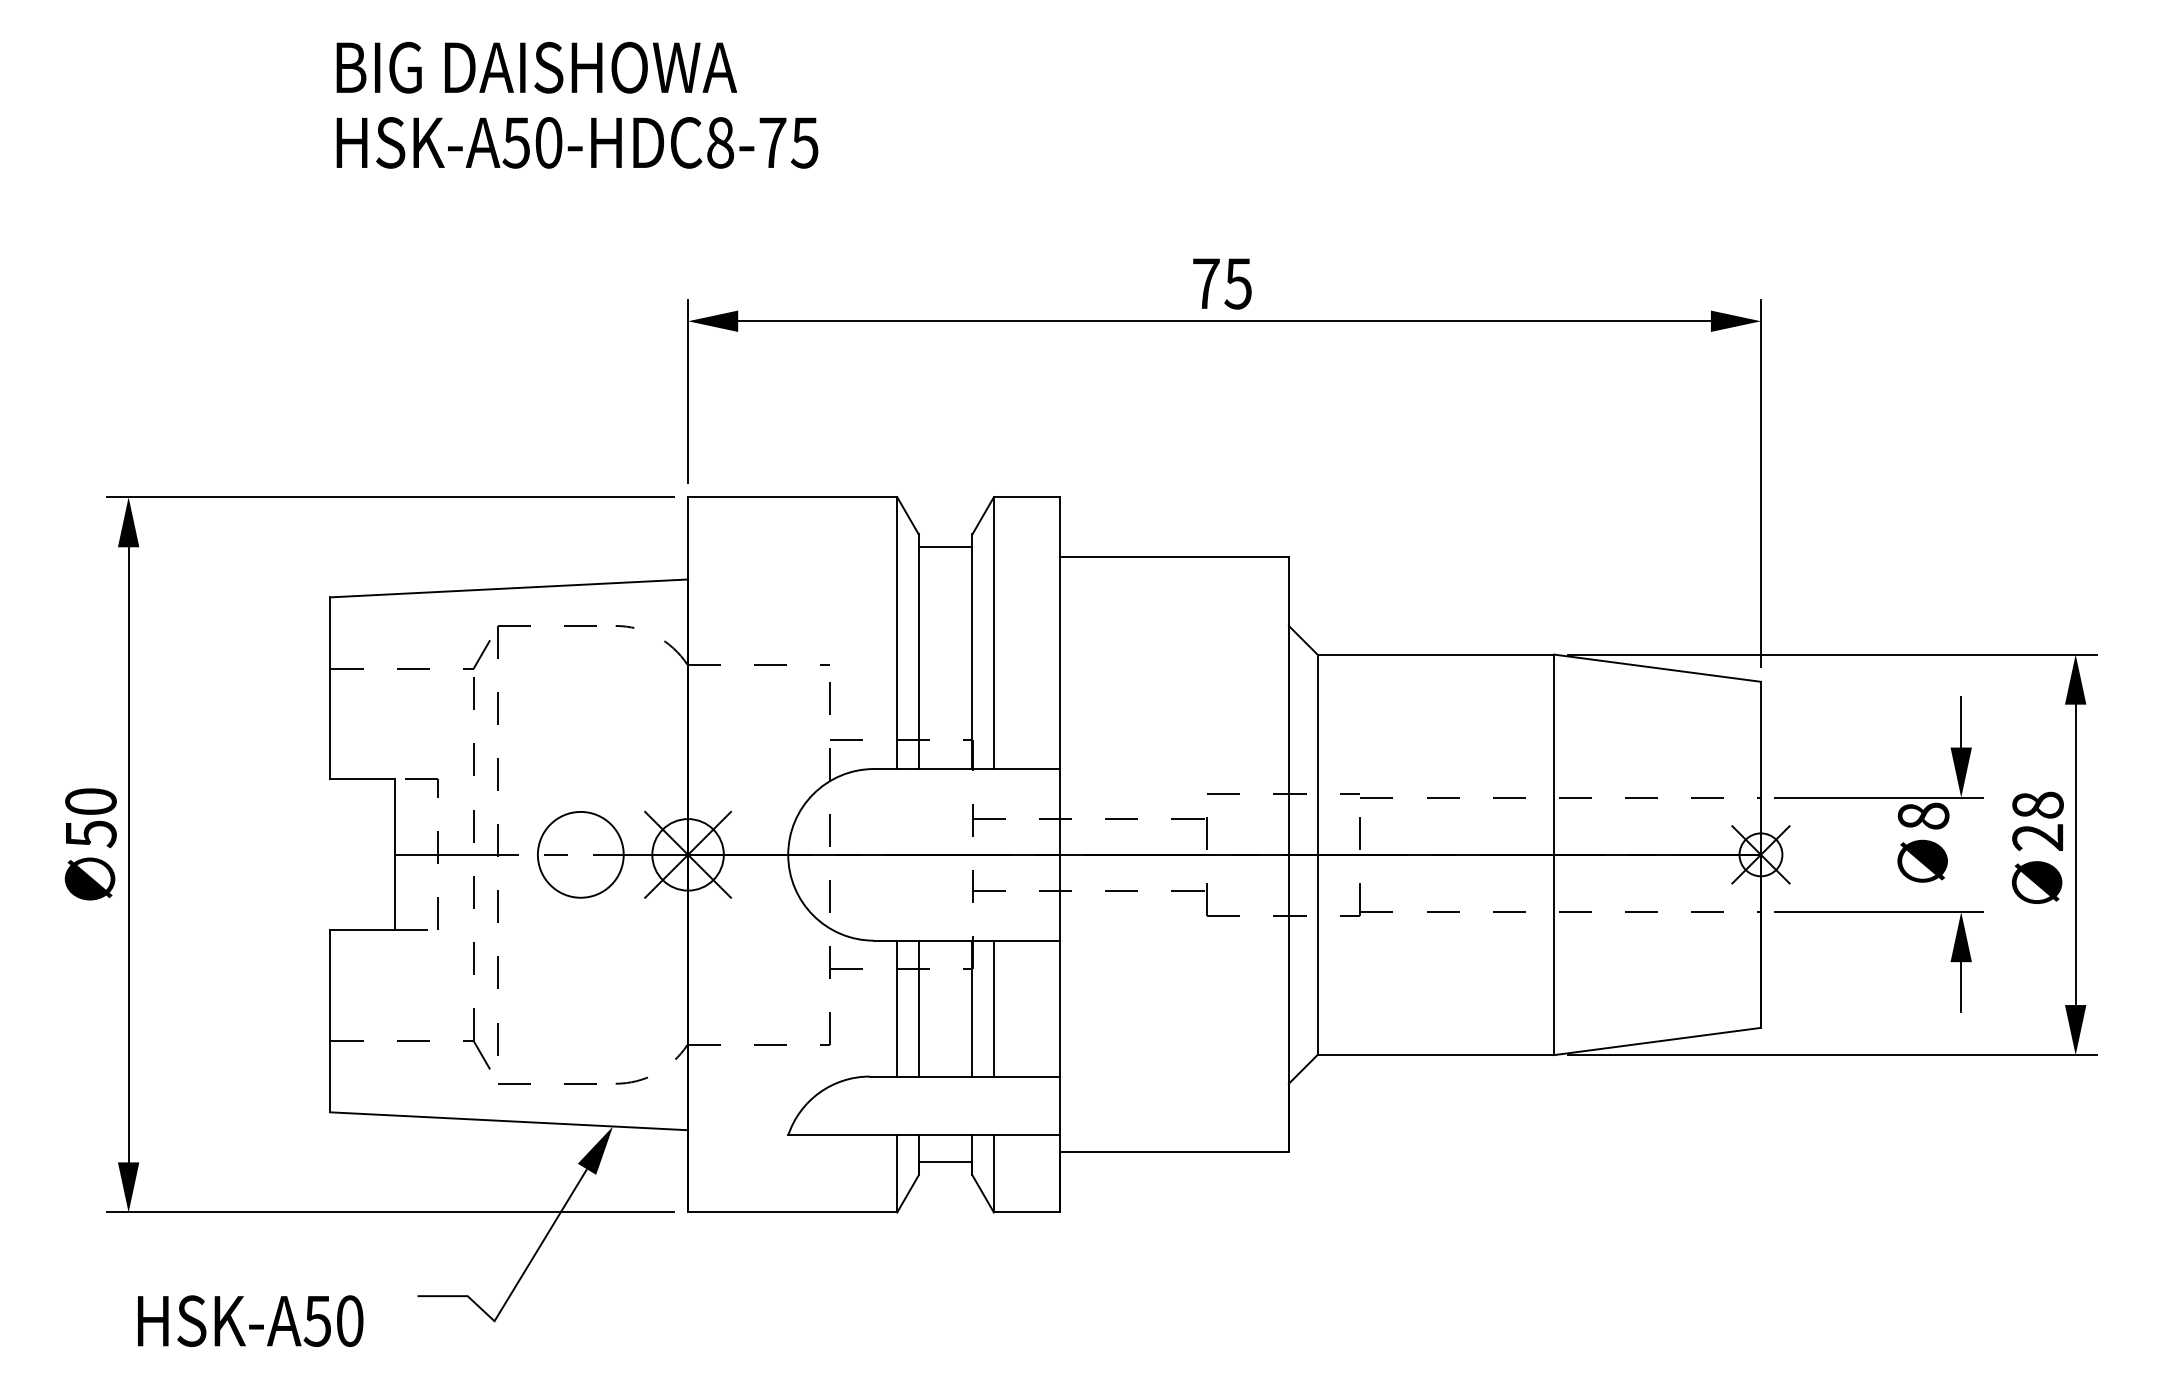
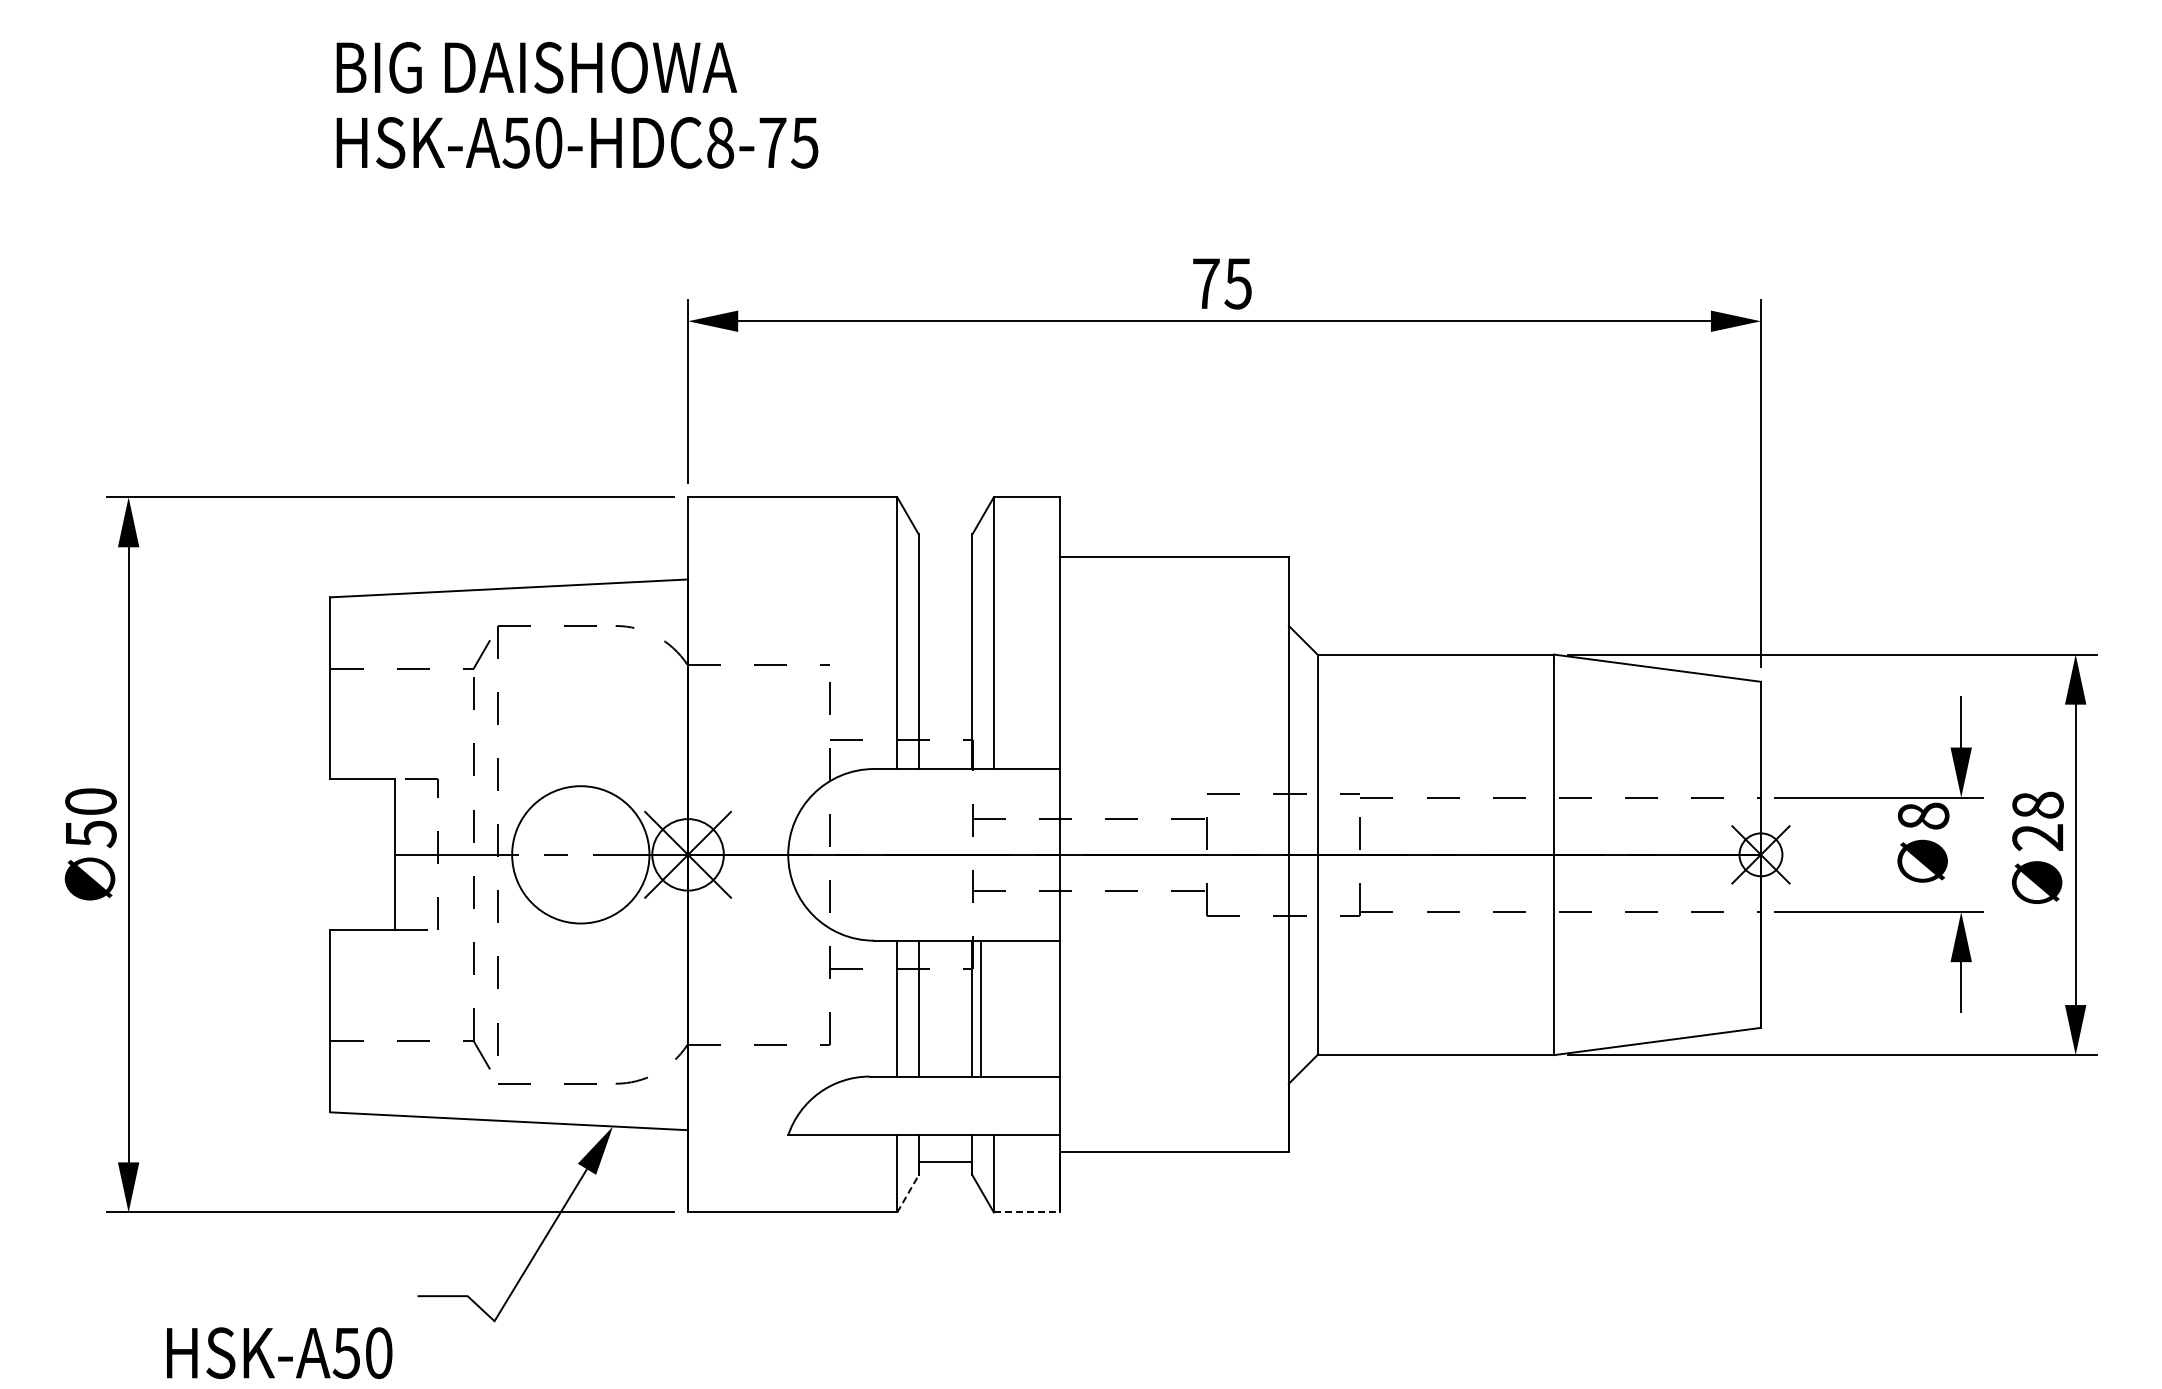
line at (945, 547): present -> none
circle at (580, 854) diameter: 86 px -> 137 px
line at (993, 1008) position: (993, 1008) -> (980, 1008)
line at (908, 1193): solid -> dashed
line at (1027, 1212): solid -> dashed
text at (250, 1320) position: (250, 1320) -> (279, 1352)
